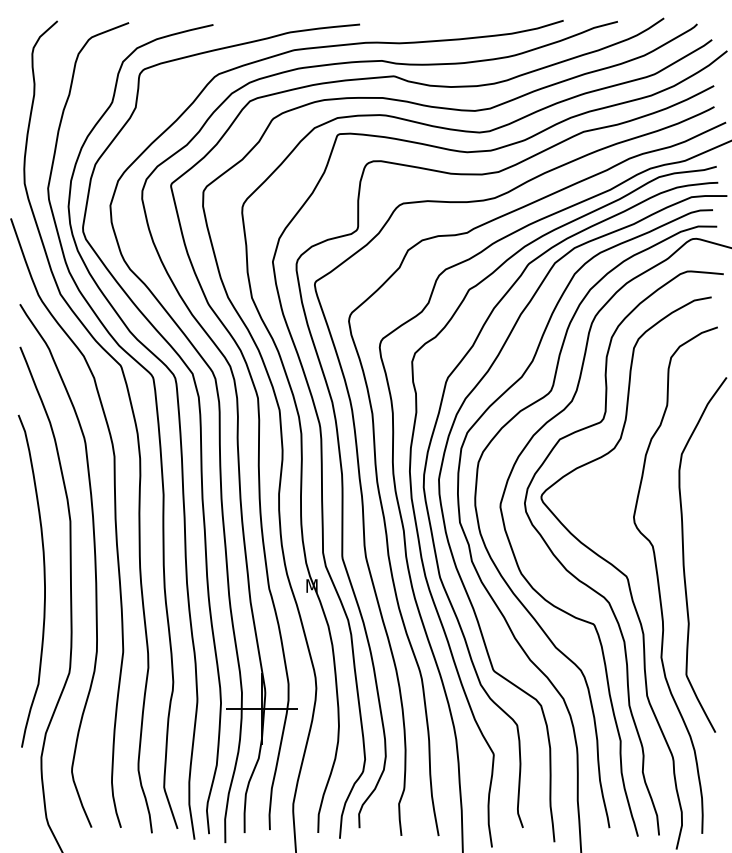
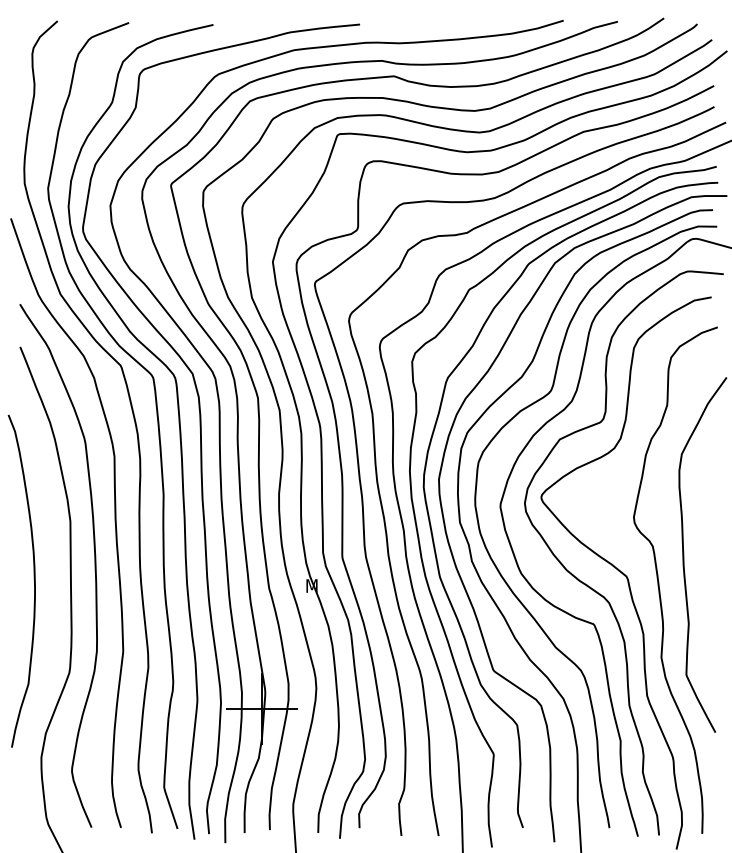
curve at (43, 579) position: (43, 579) -> (33, 579)
